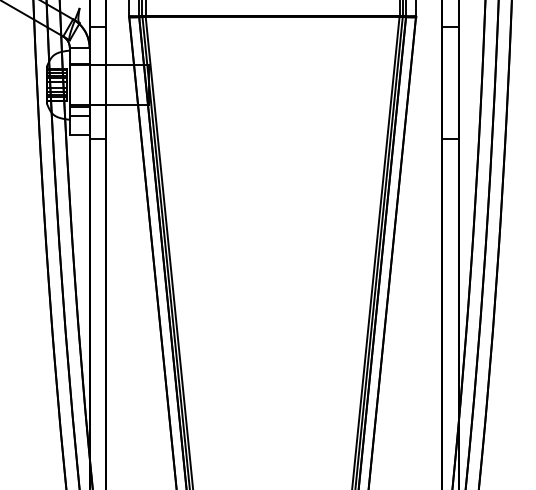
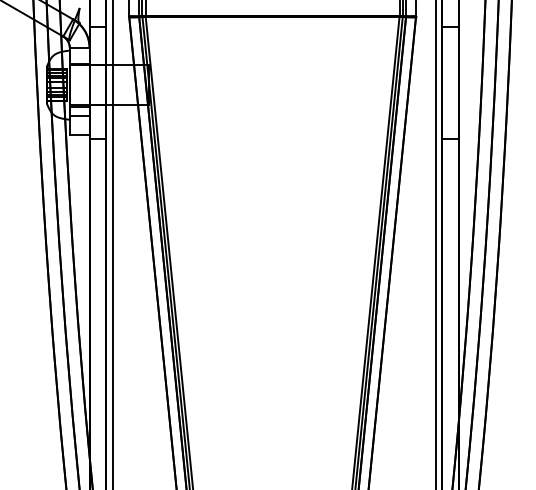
line at (112, 244): none -> present
line at (435, 244): none -> present
